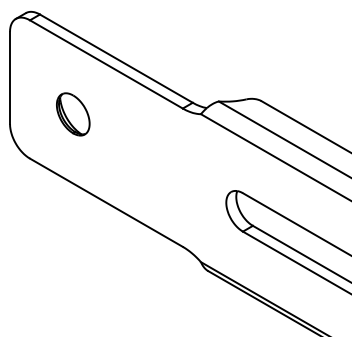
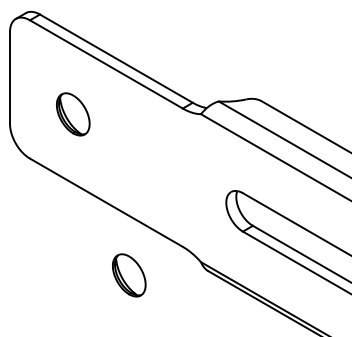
part at (129, 275): none -> present
